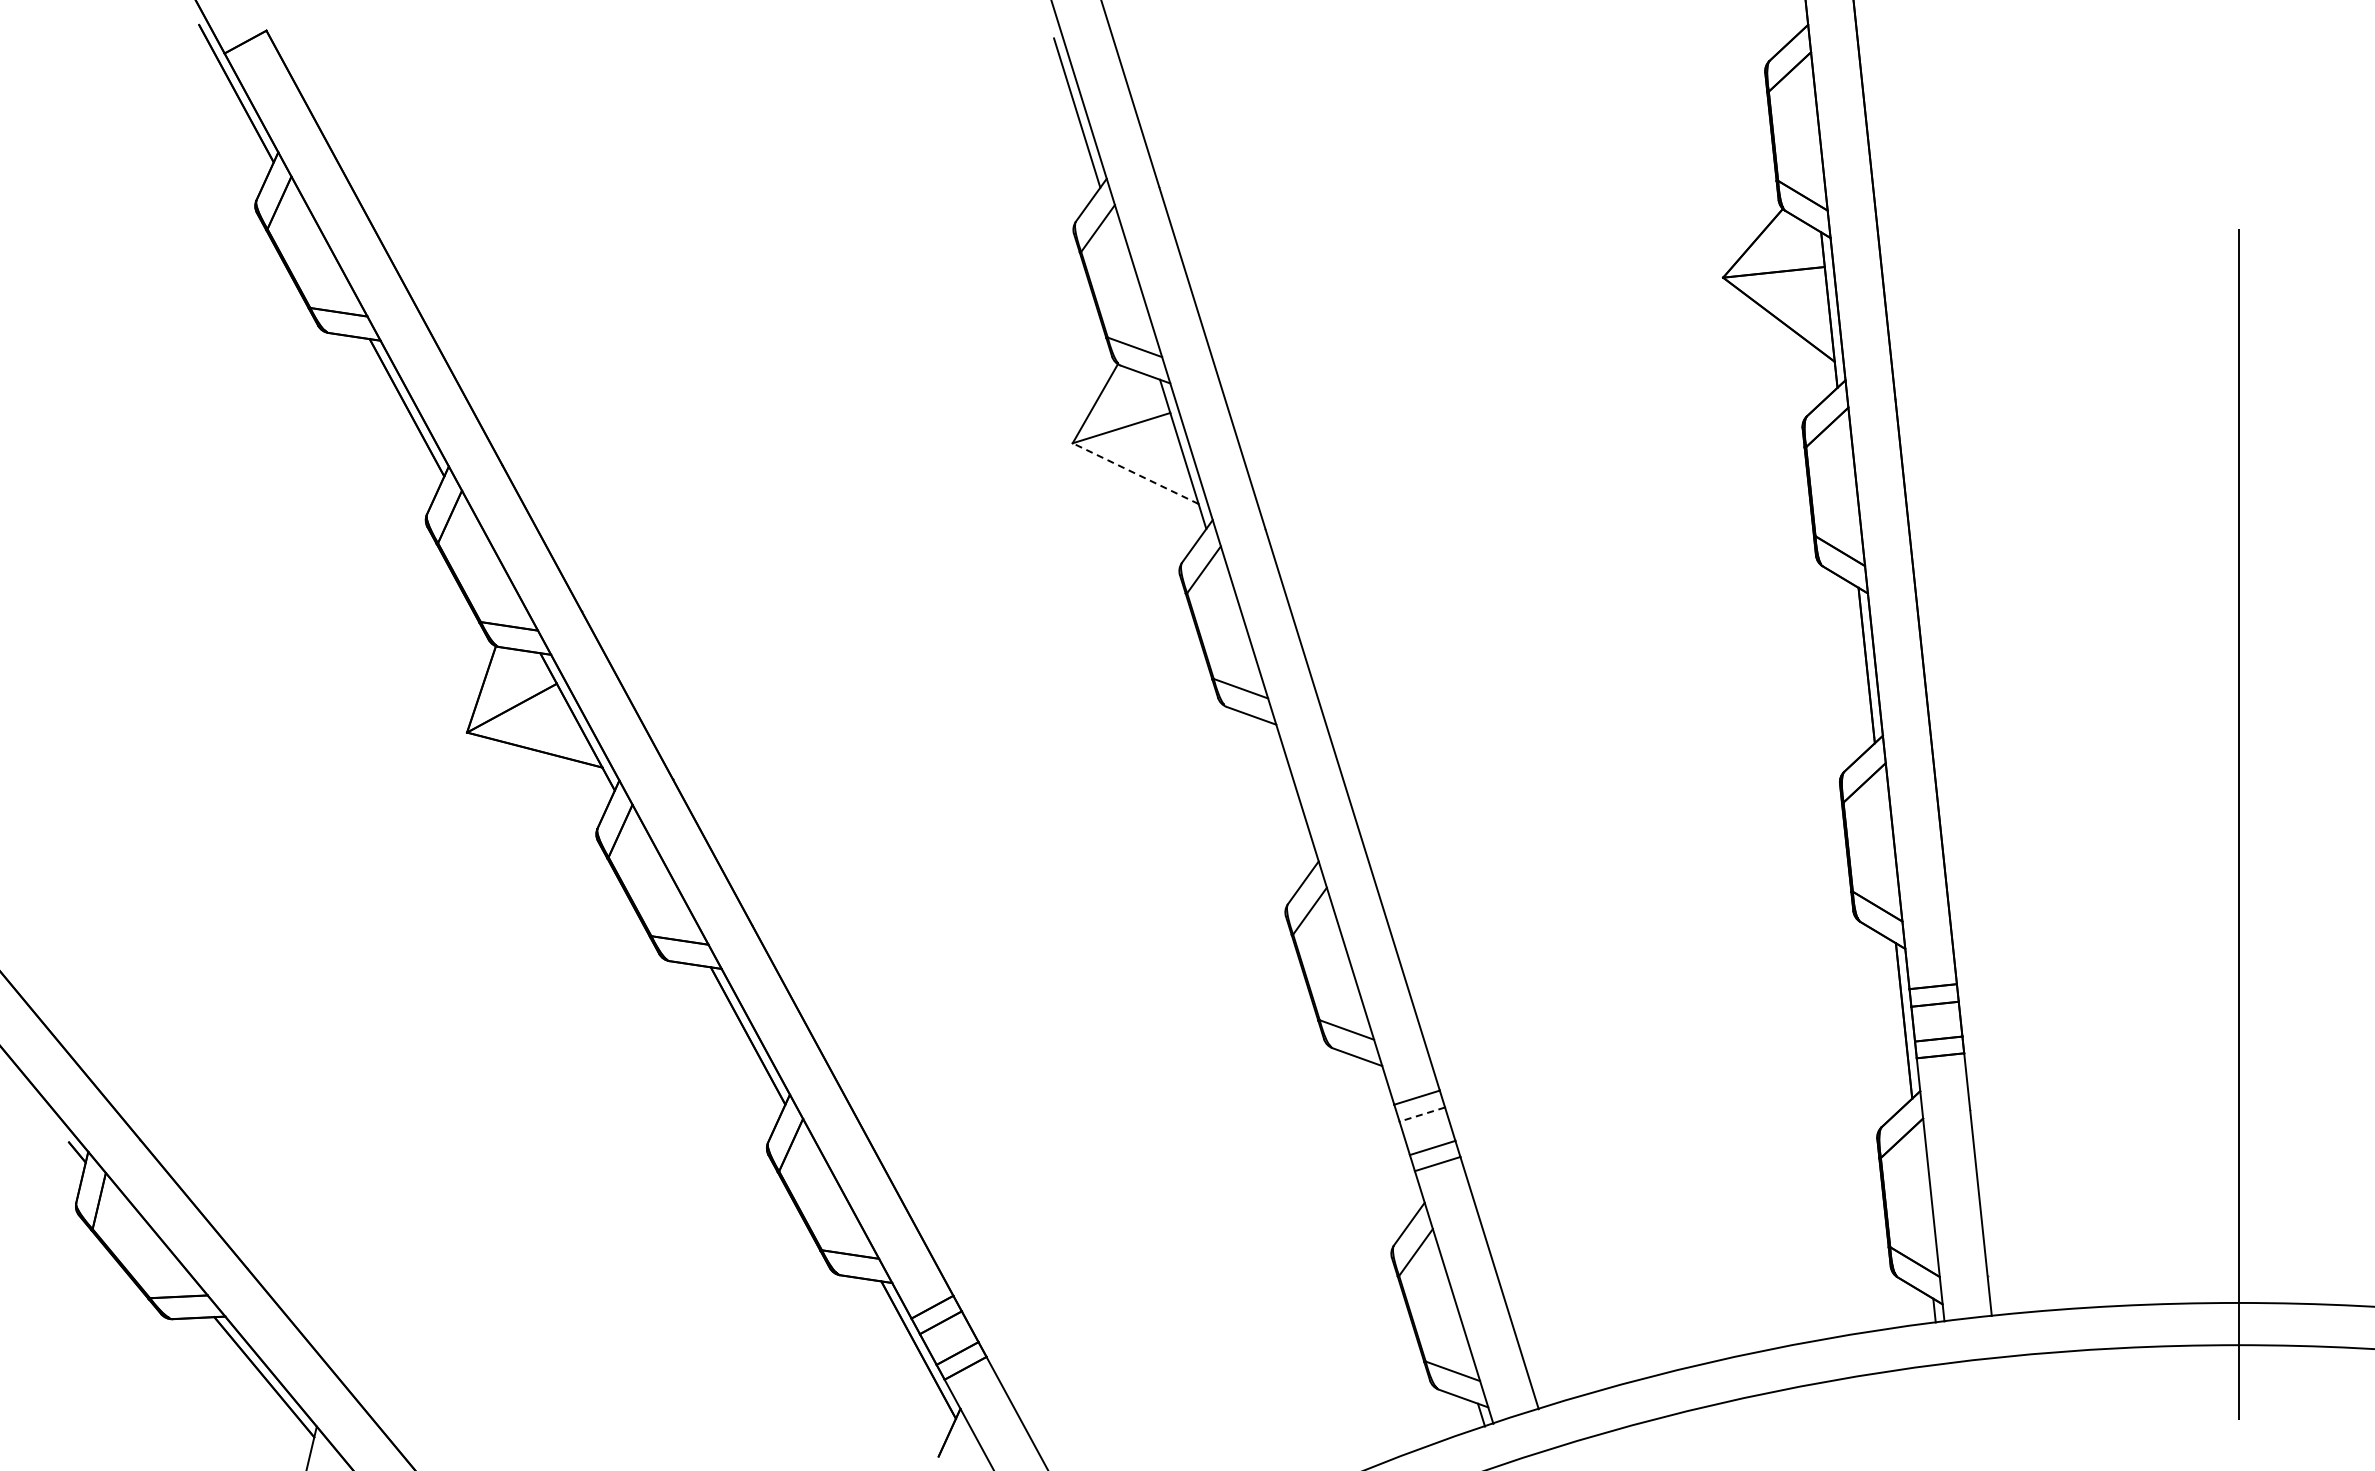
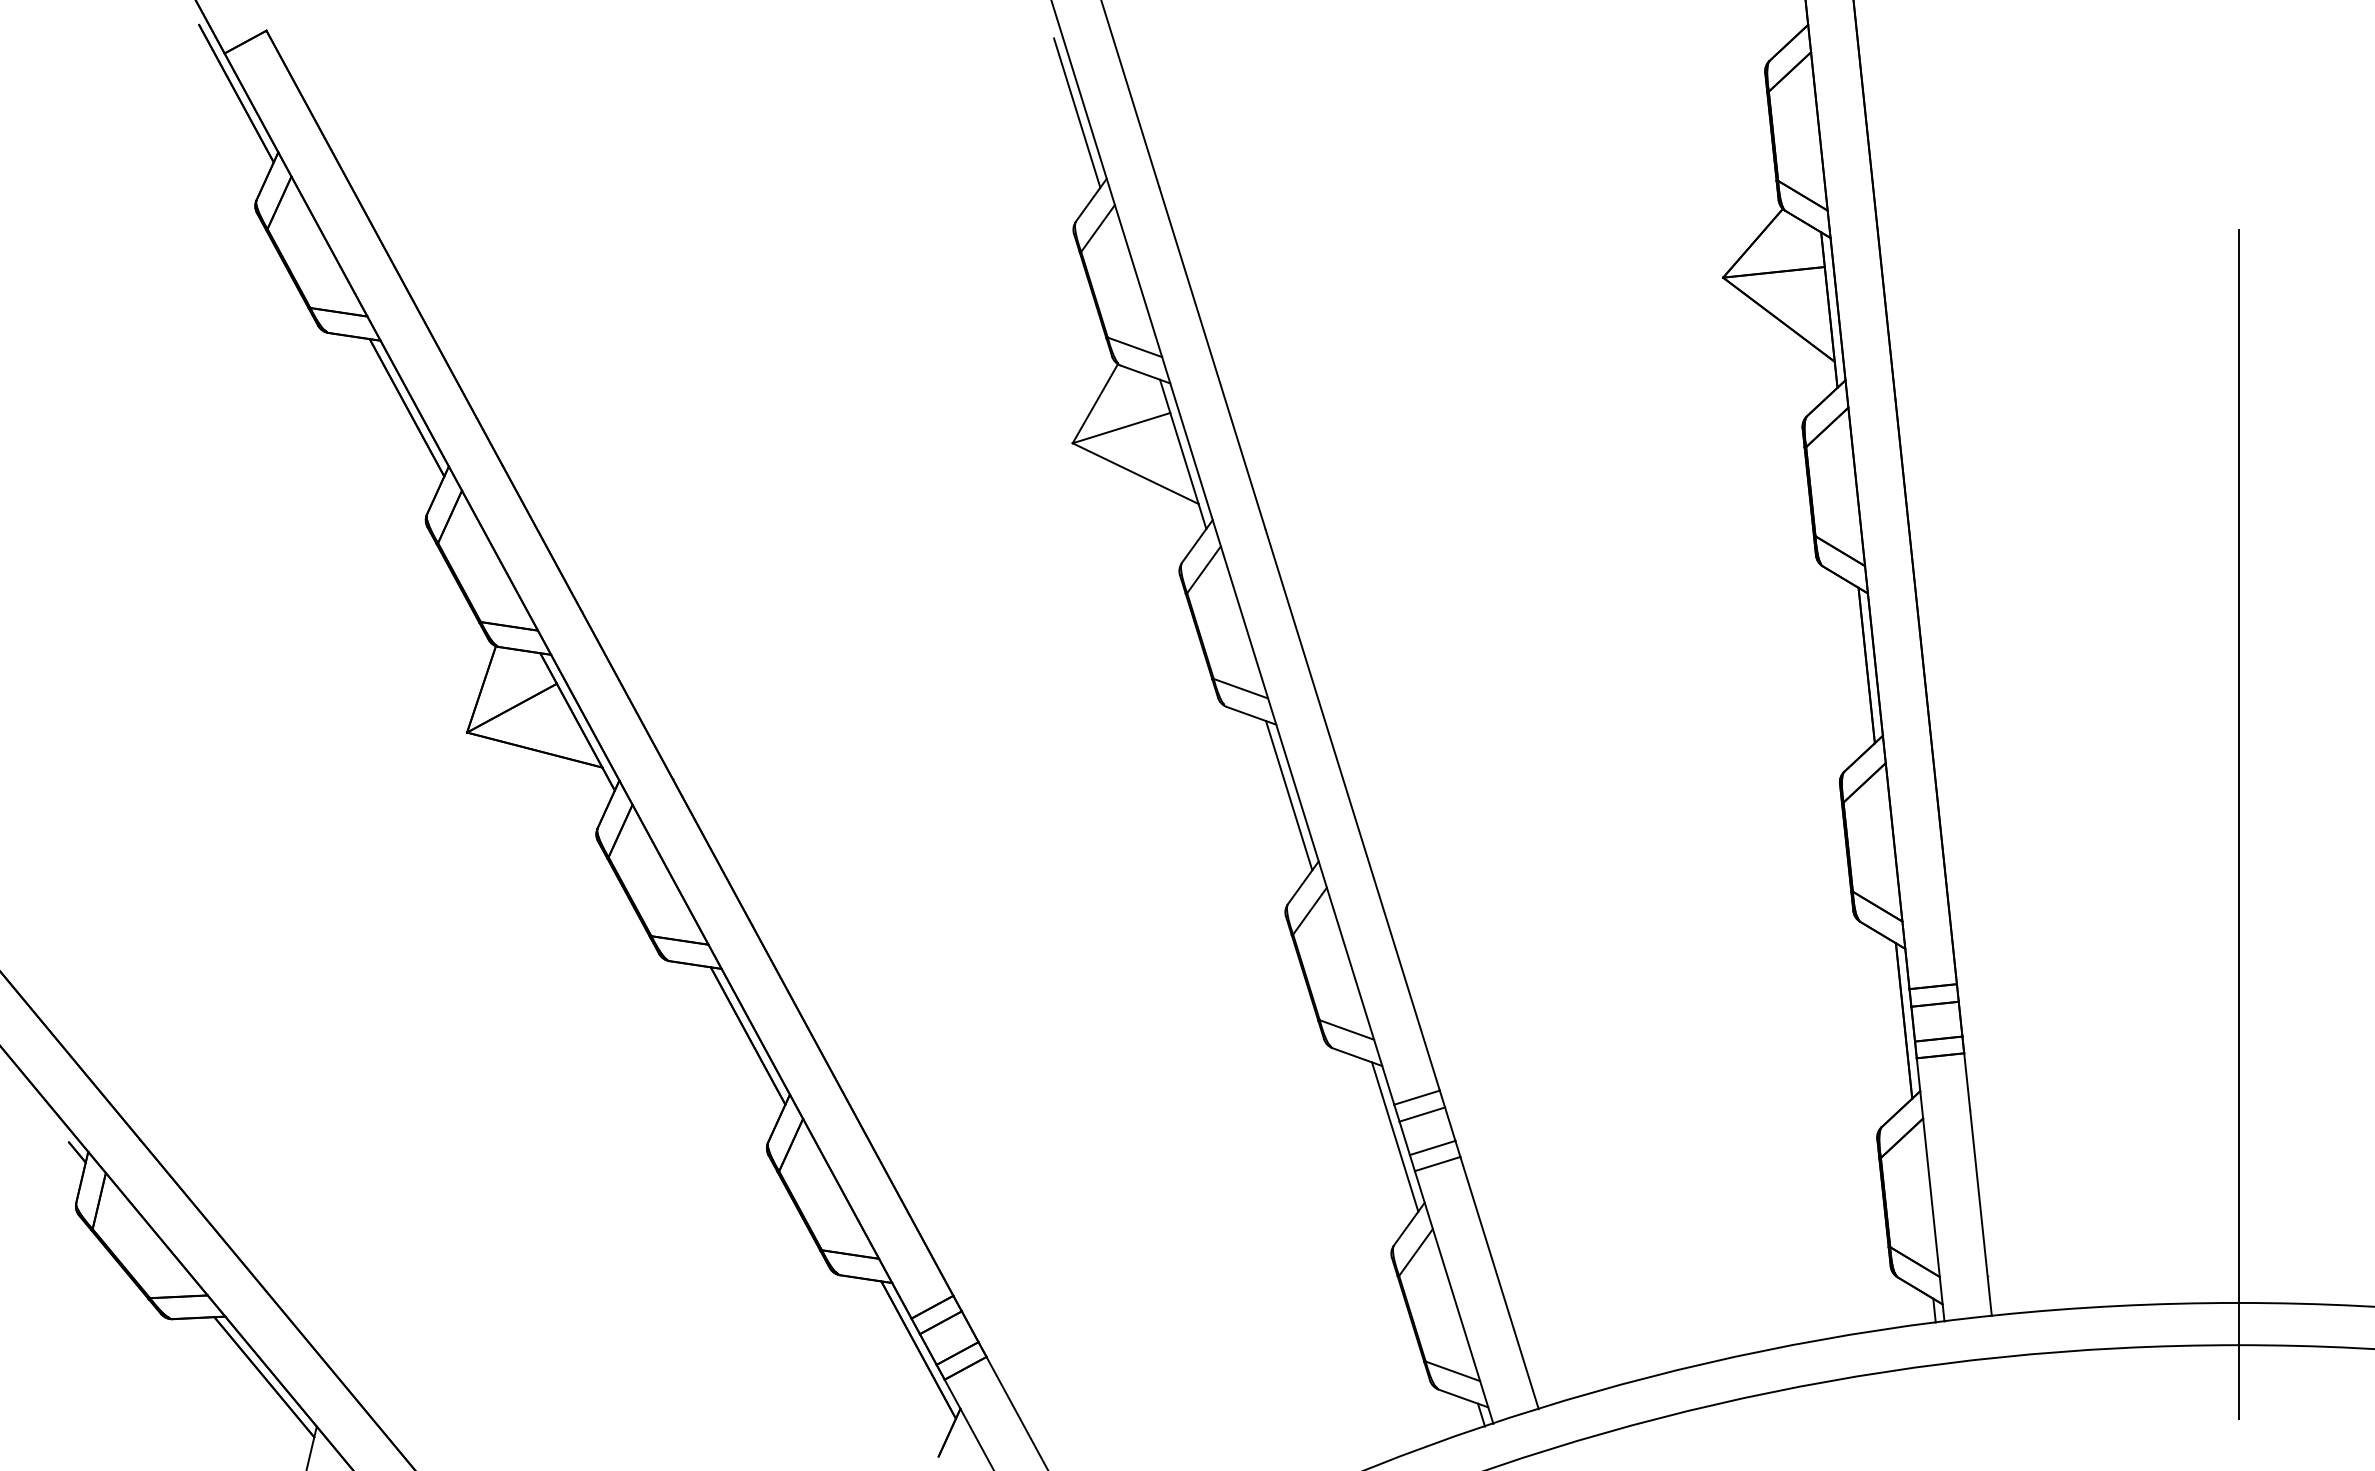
line at (1135, 473): dashed -> solid
line at (1289, 795): none -> present
line at (1422, 1114): dashed -> solid
line at (1394, 1136): none -> present
